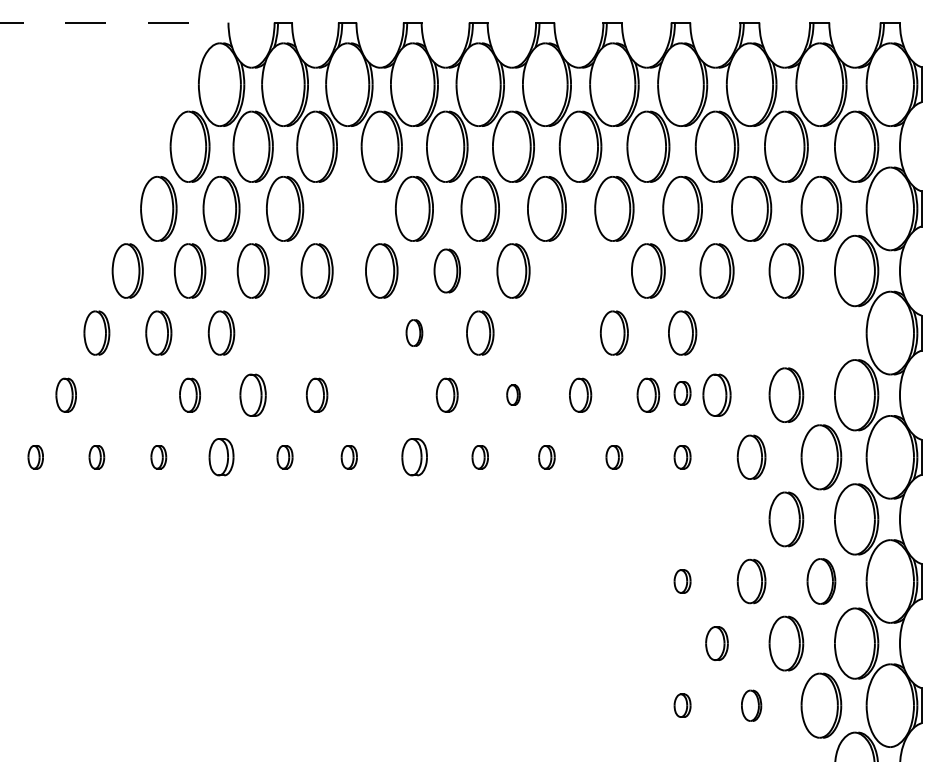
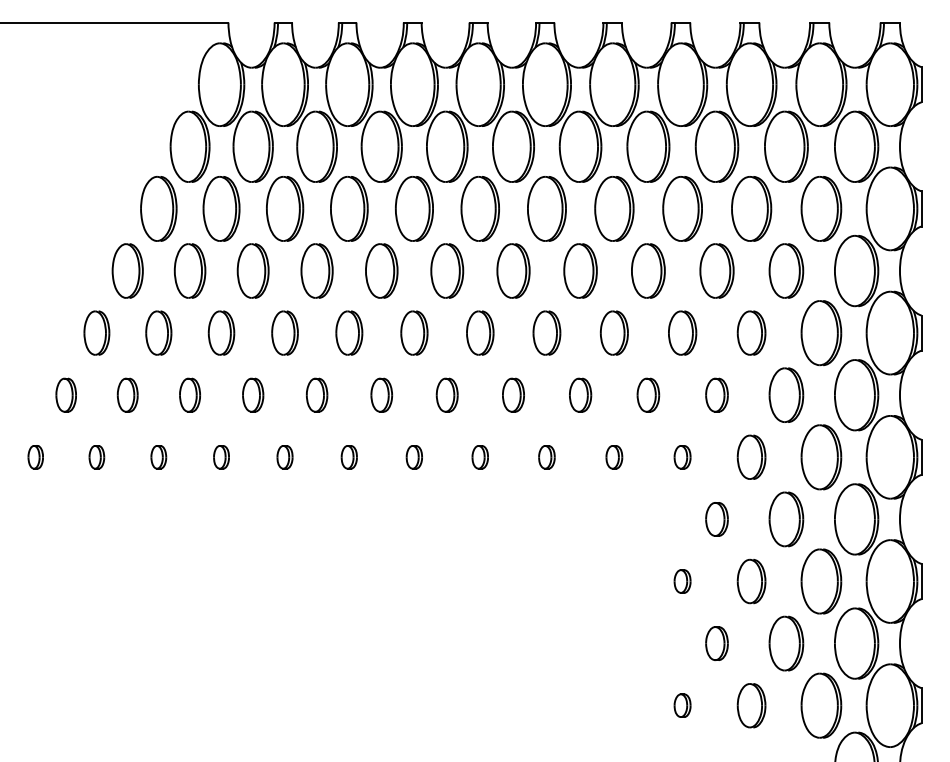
line at (114, 22): dashed -> solid
part at (349, 208): none -> present
part at (446, 270) size: 28x46 px -> 35x56 px
part at (580, 270): none -> present
part at (284, 332): none -> present
part at (349, 332): none -> present
part at (414, 332) size: 19x28 px -> 29x46 px
part at (546, 332): none -> present
part at (751, 332): none -> present
part at (821, 333): none -> present
part at (682, 393): present -> none
part at (127, 394): none -> present
part at (252, 394) size: 28x44 px -> 23x36 px
part at (381, 394): none -> present
part at (513, 394) size: 15x22 px -> 23x36 px
part at (716, 394) size: 30x44 px -> 24x36 px
part at (221, 457) size: 27x39 px -> 17x25 px
part at (414, 457) size: 27x39 px -> 18x25 px
part at (716, 519): none -> present
part at (821, 581) size: 31x47 px -> 43x67 px
part at (751, 705) size: 22x33 px -> 31x46 px
